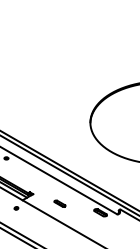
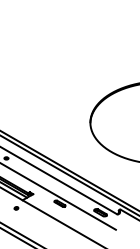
line at (58, 196): none -> present
